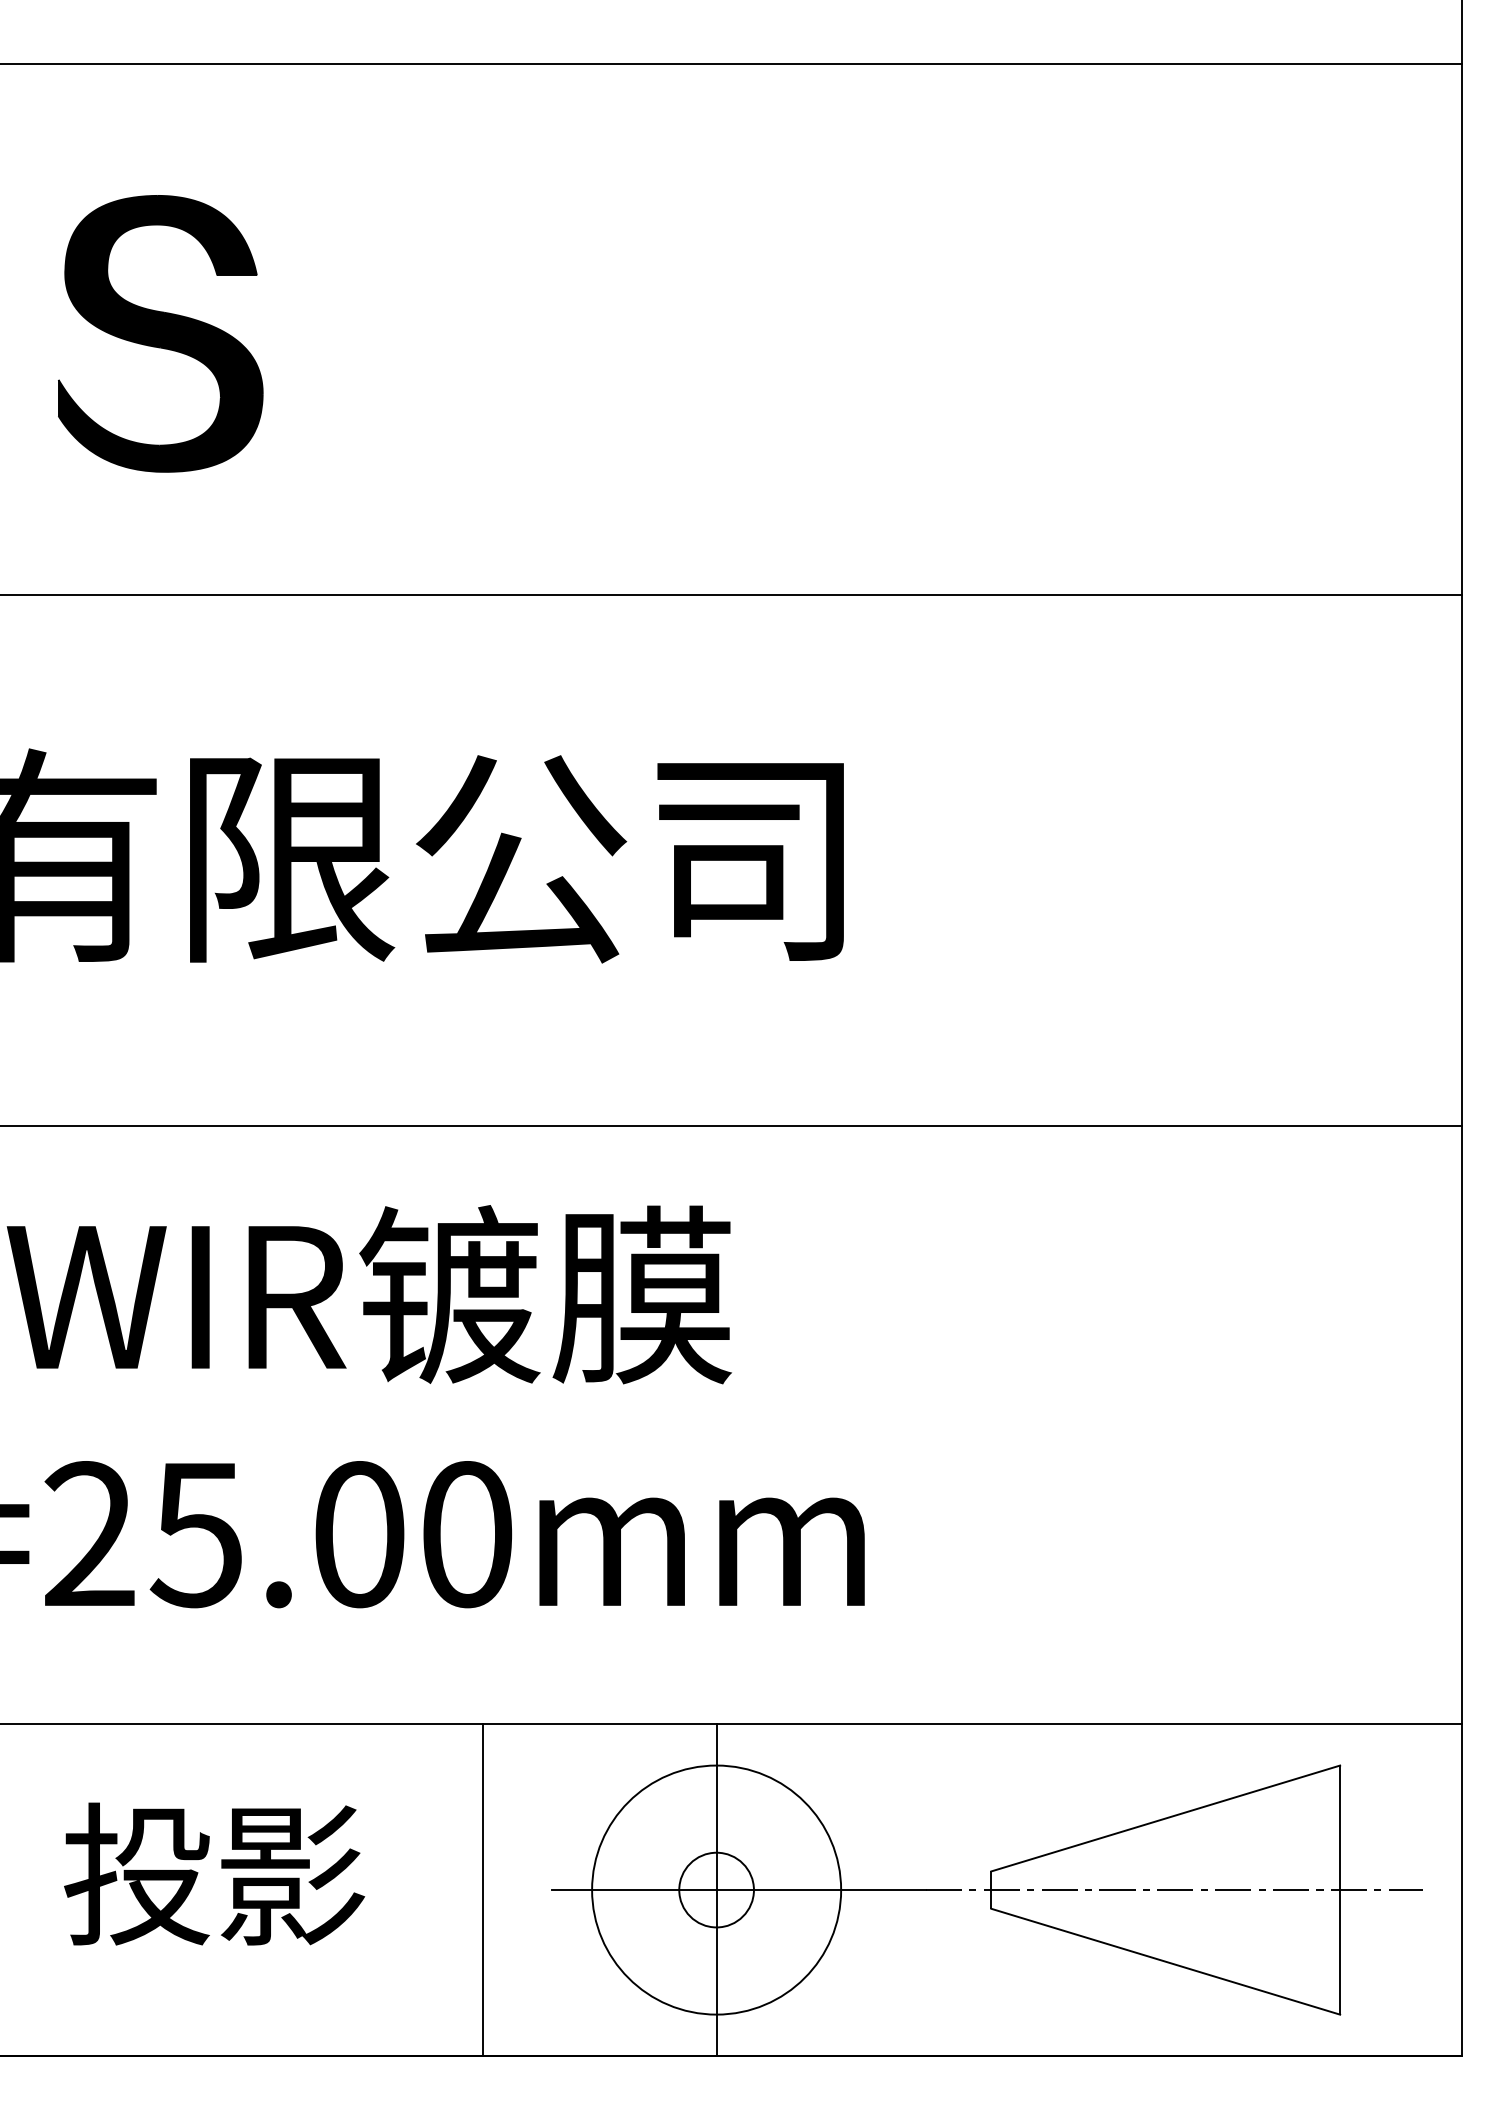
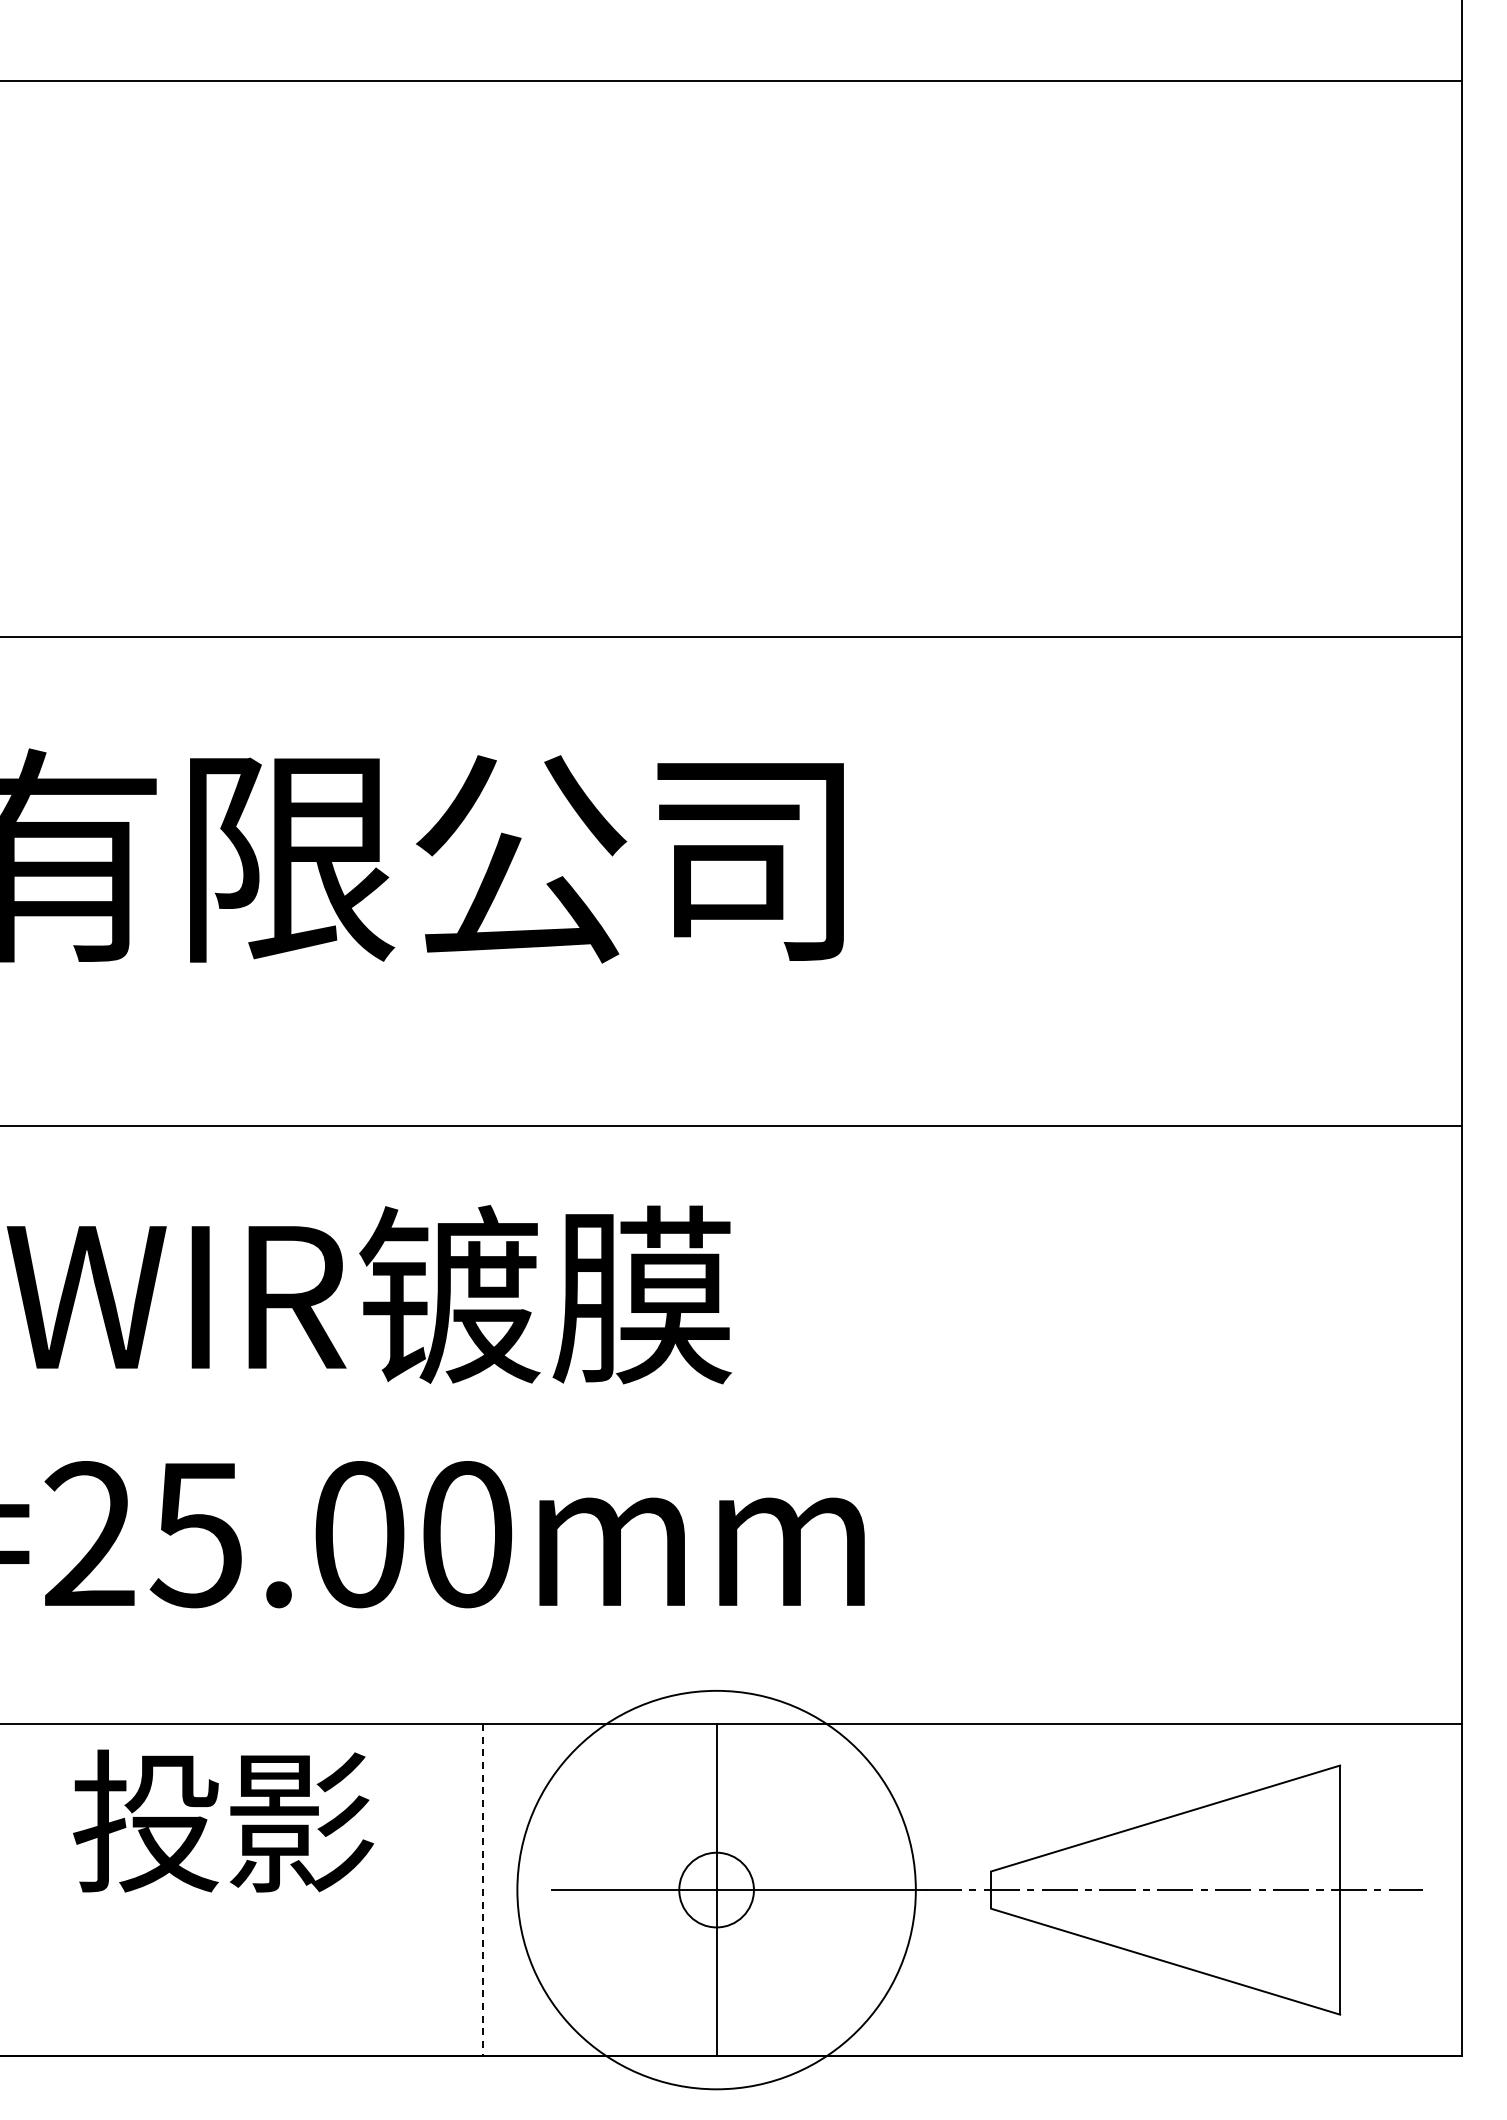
line at (731, 63) position: (731, 63) -> (731, 80)
part at (160, 333): present -> none
line at (731, 594) position: (731, 594) -> (731, 636)
text at (214, 1873) position: (214, 1873) -> (223, 1820)
circle at (716, 1889) diameter: 249 px -> 398 px
line at (483, 1890): solid -> dashed
